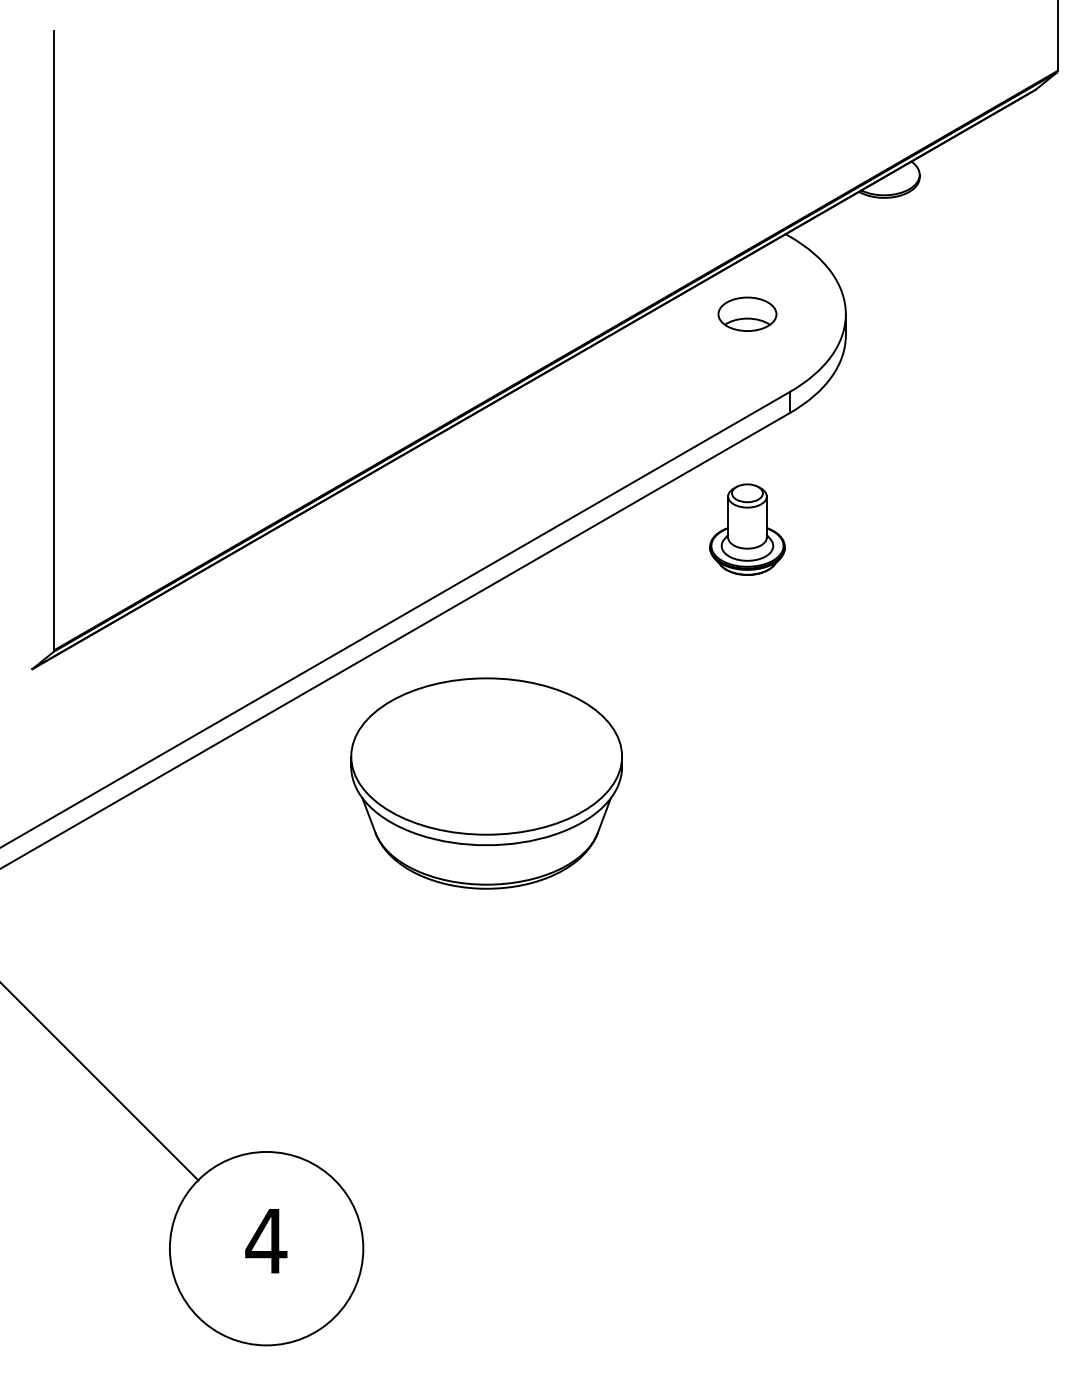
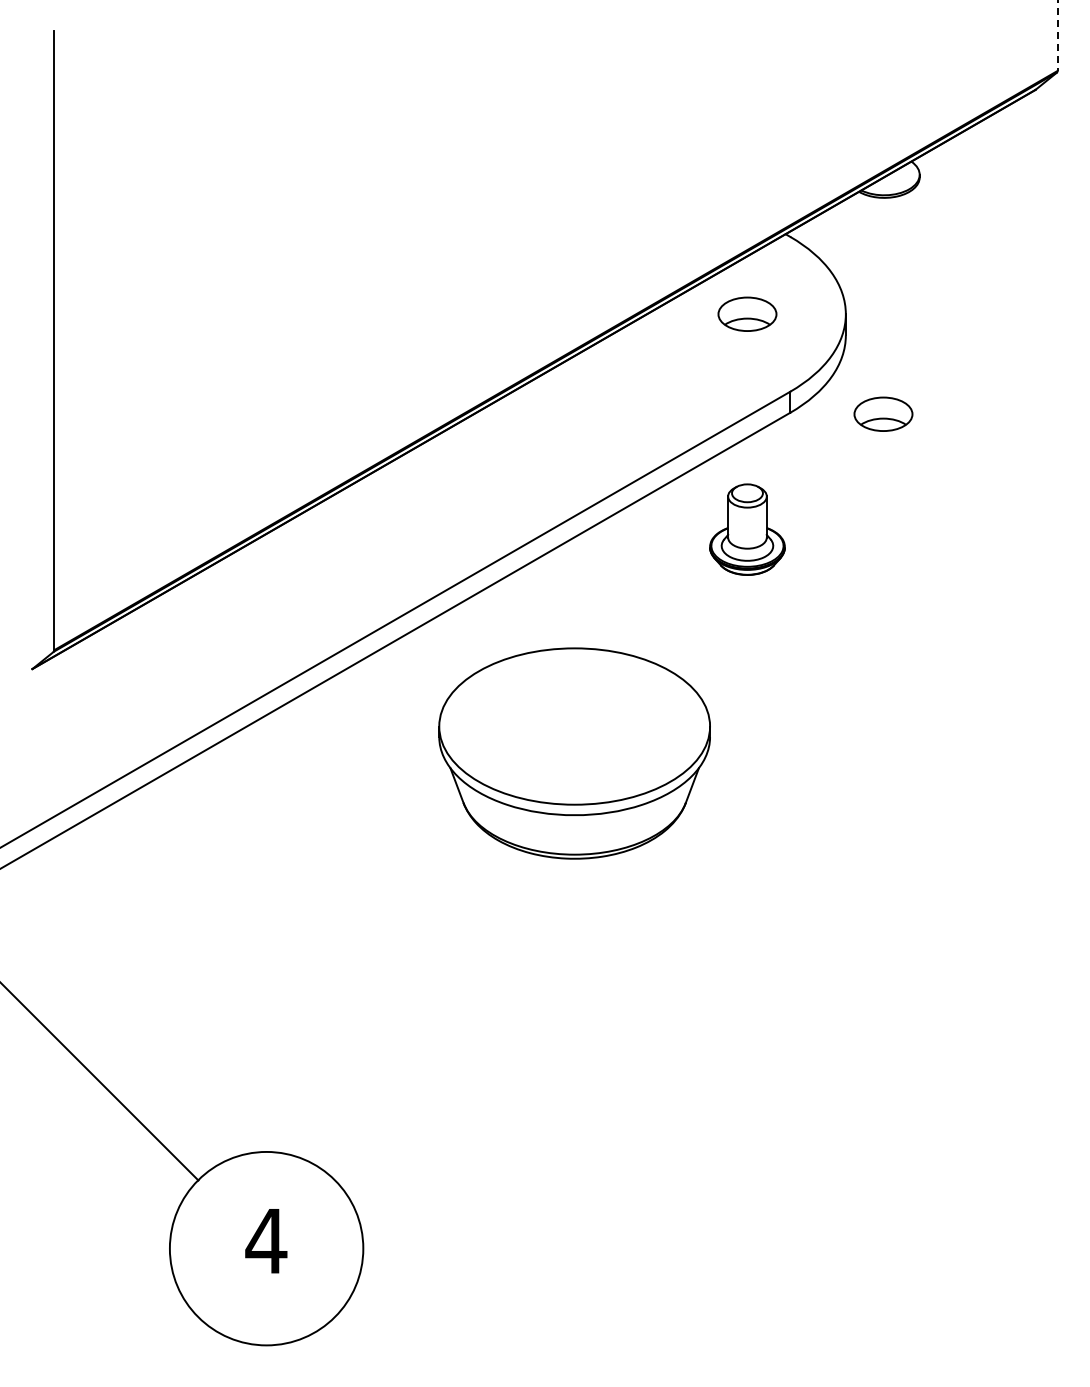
line at (1057, 36): solid -> dashed
part at (883, 413): none -> present
part at (486, 783) position: (486, 783) -> (574, 753)
